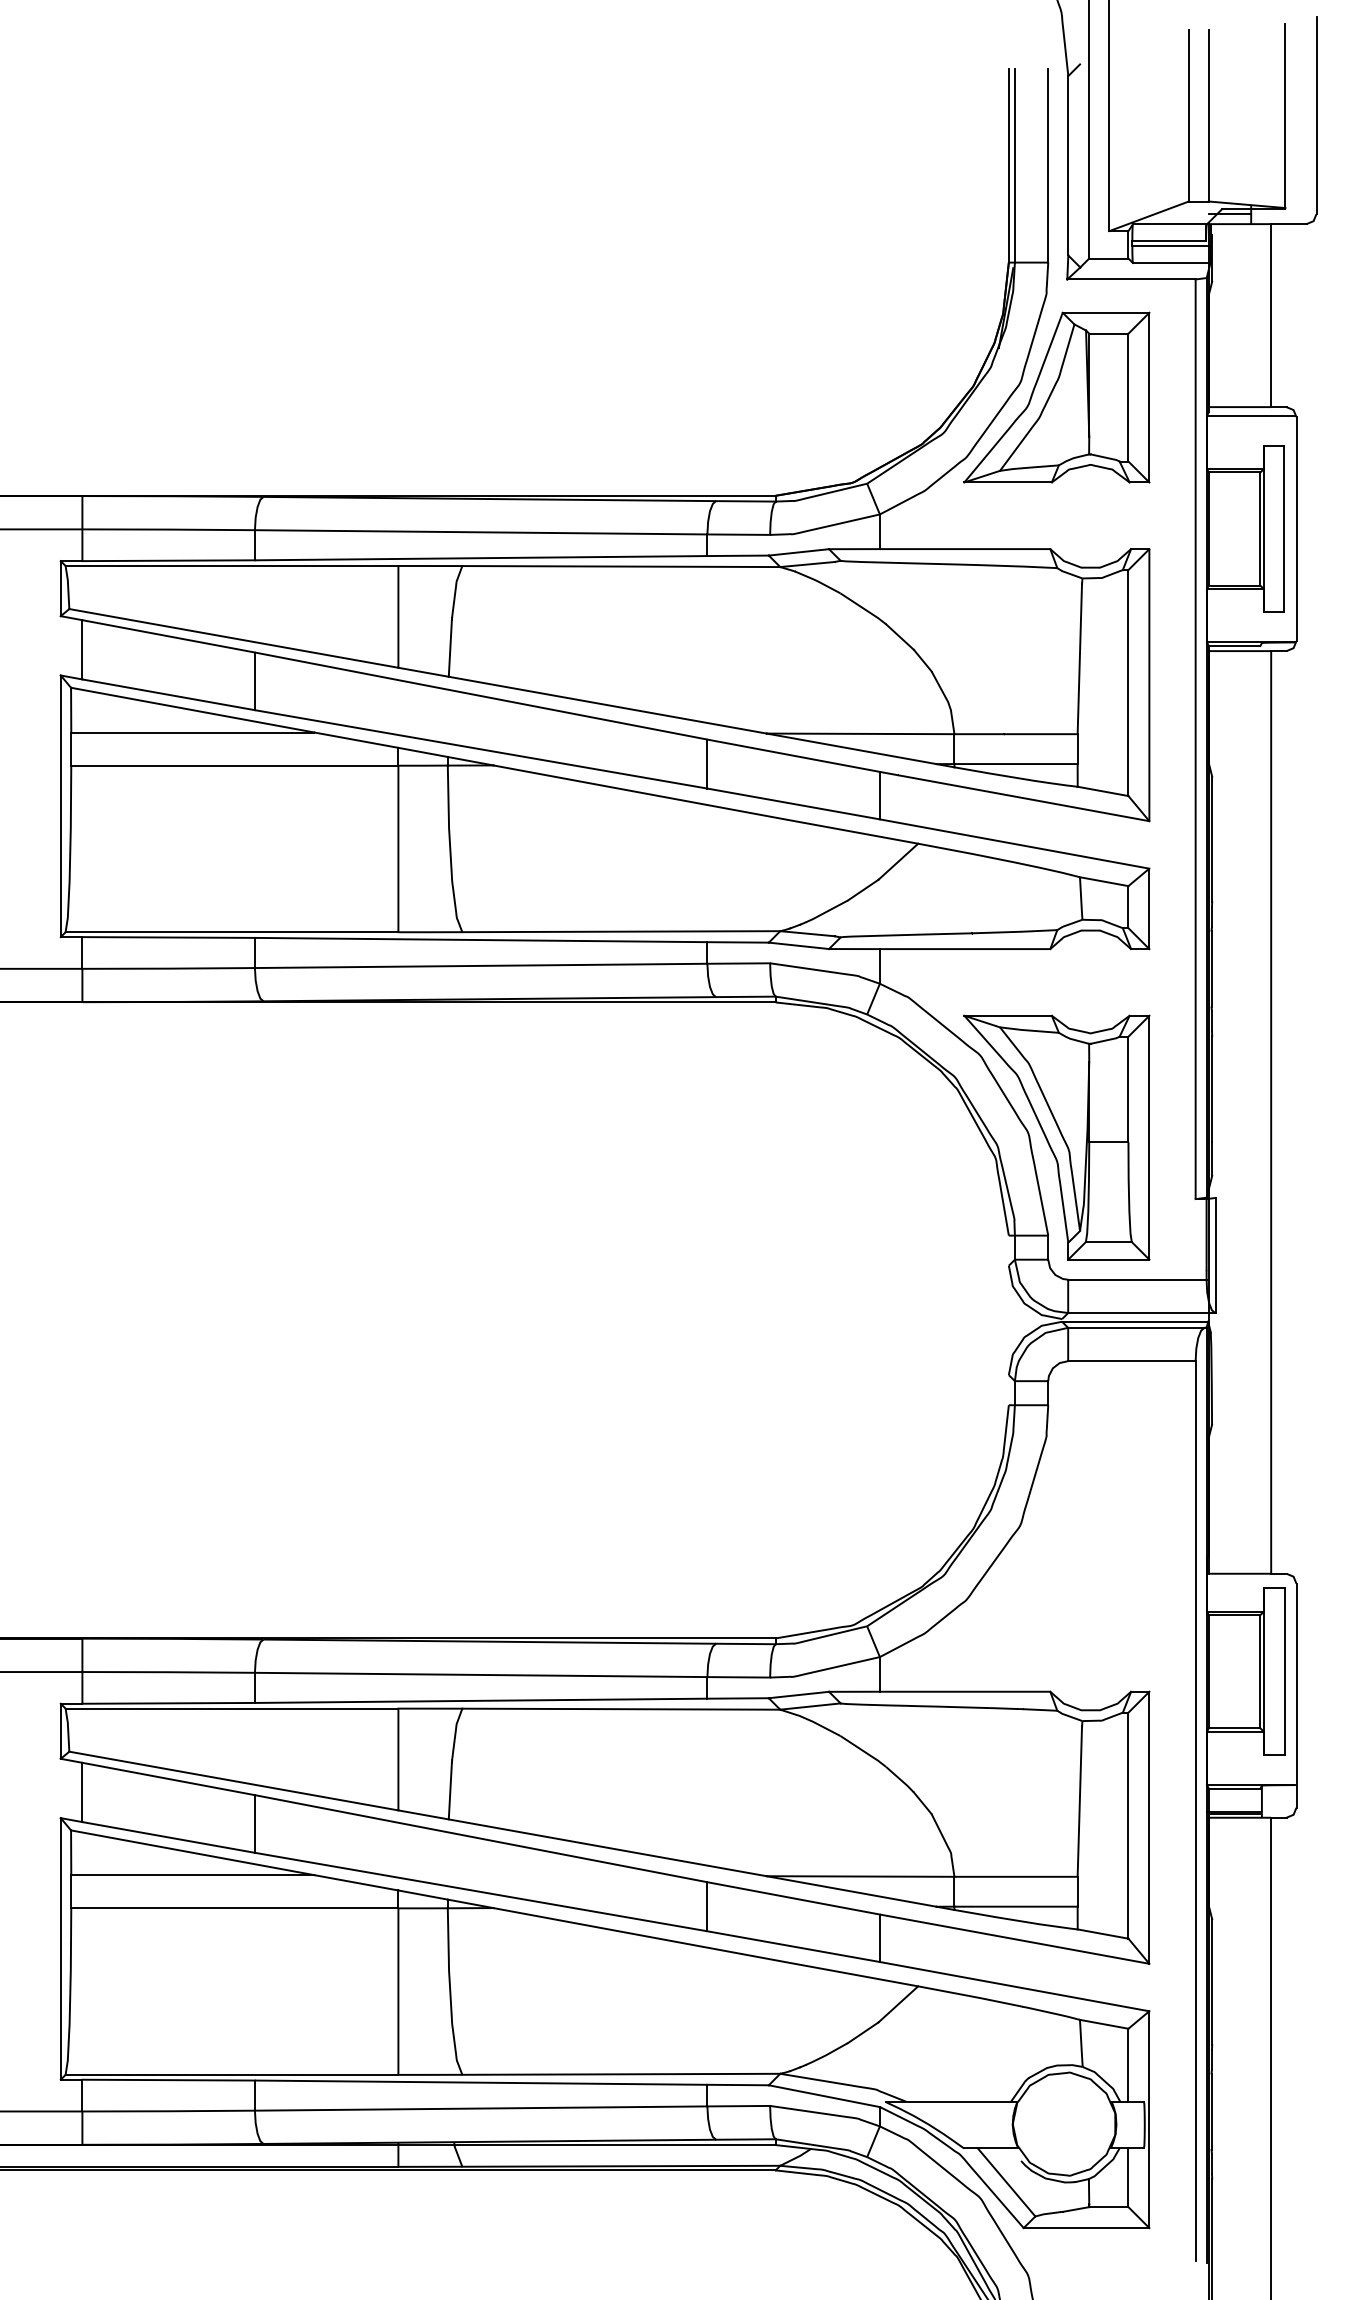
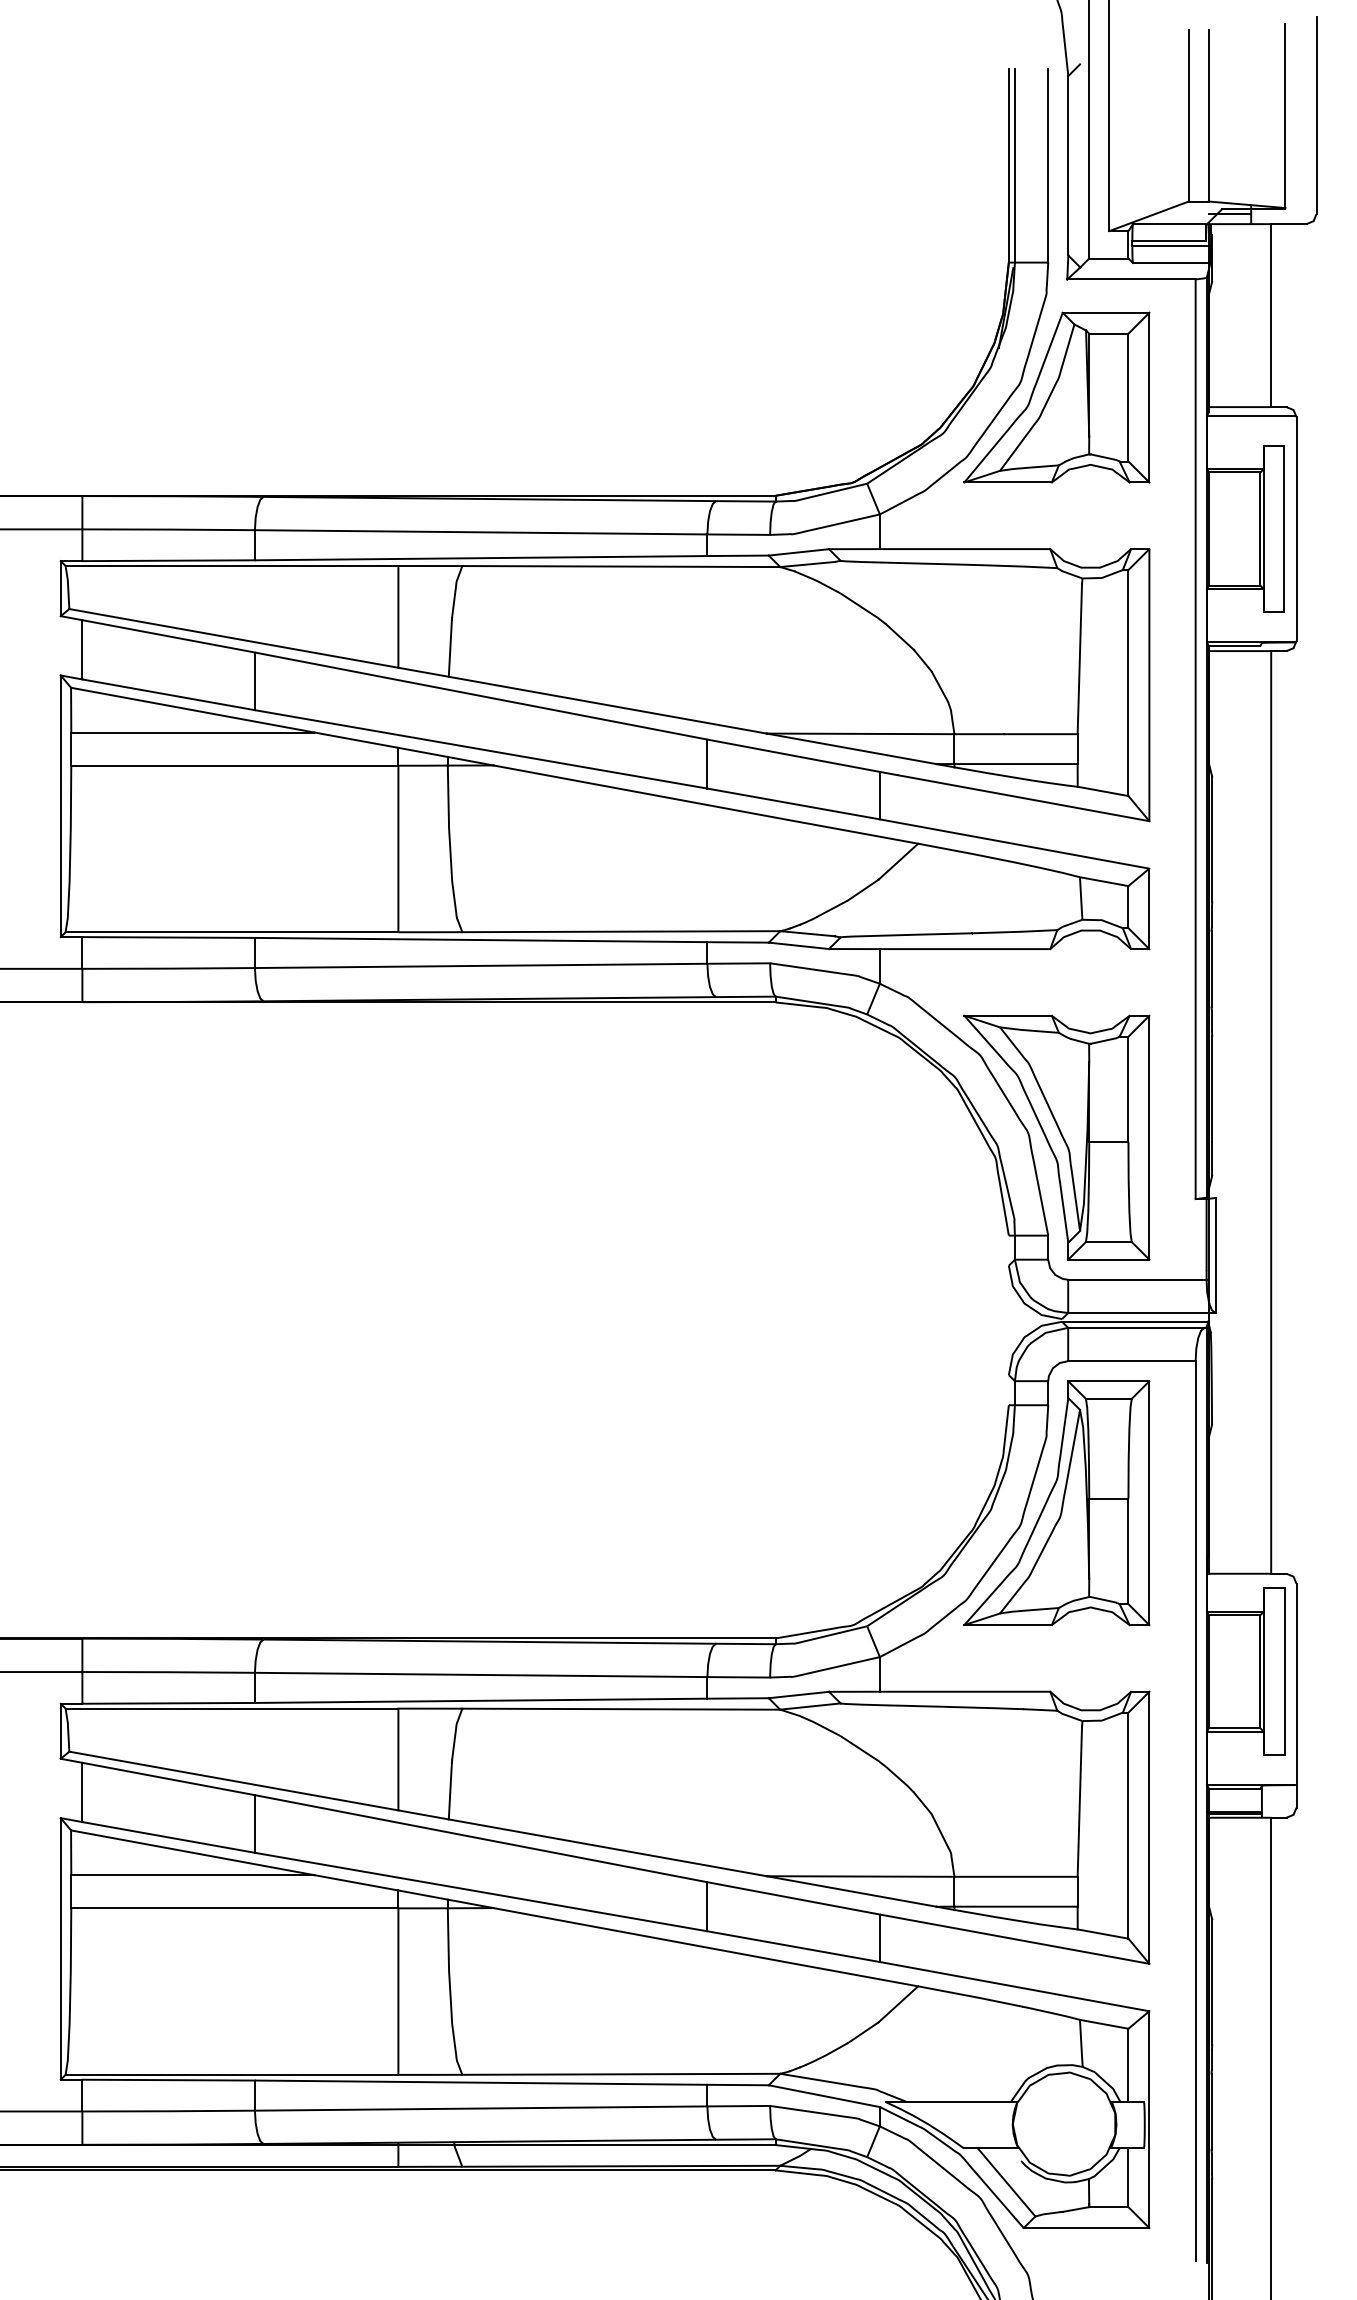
part at (1056, 1503): none -> present
